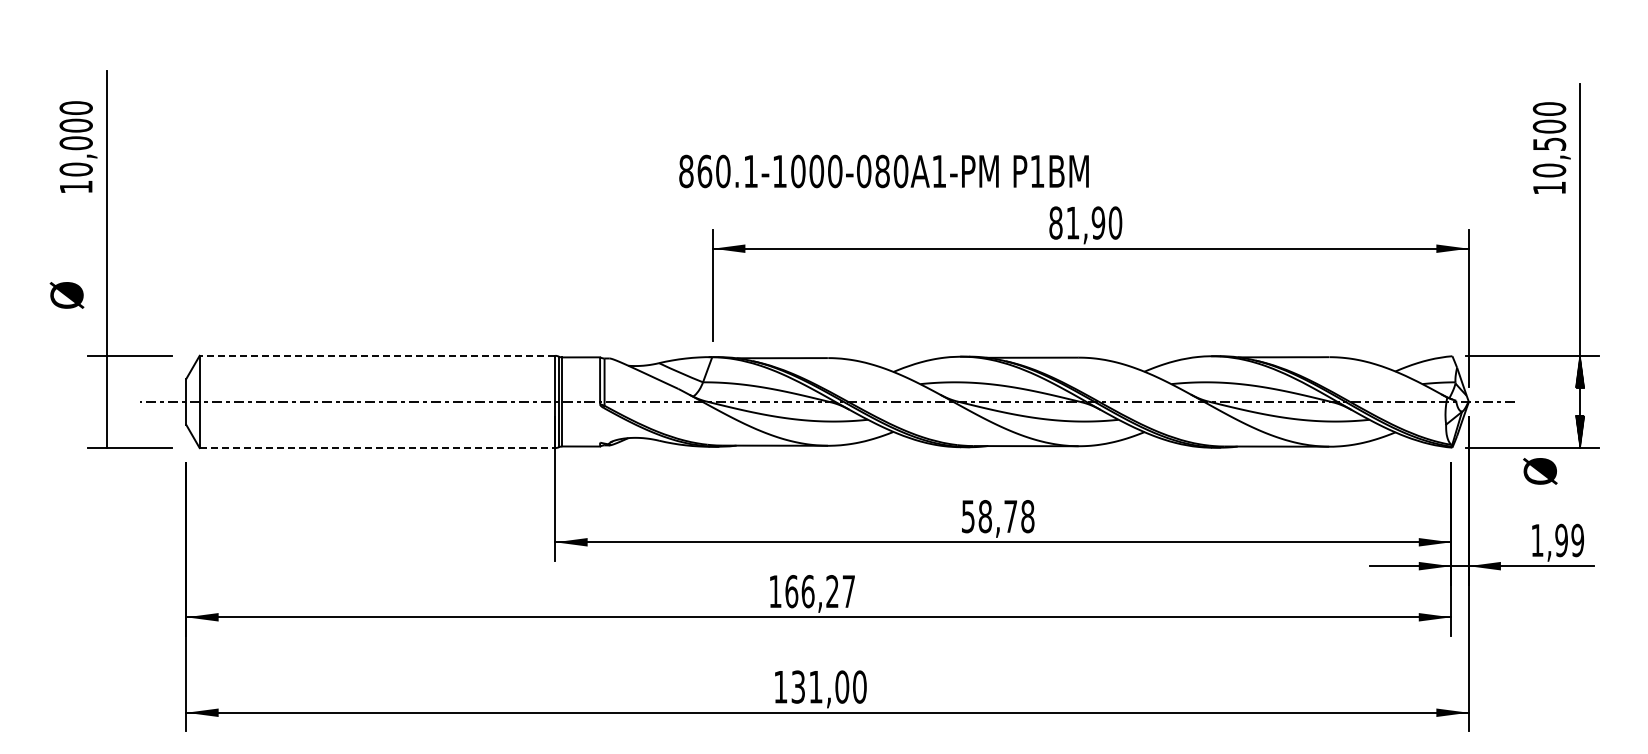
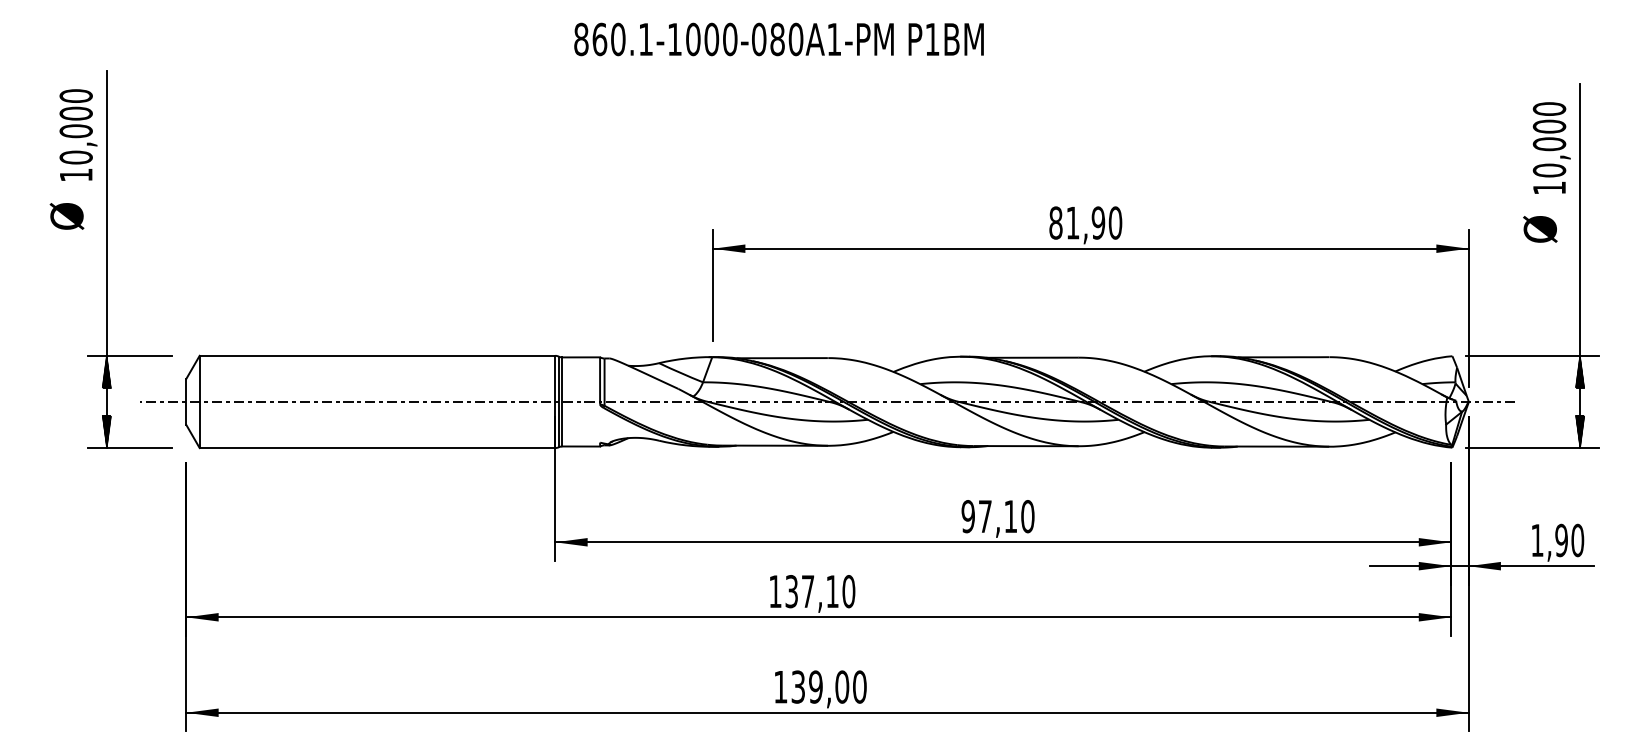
text at (1549, 144): 10,500 -> 10,000
text at (78, 146) position: (78, 146) -> (78, 134)
text at (883, 171) position: (883, 171) -> (778, 39)
text at (66, 295) position: (66, 295) -> (66, 216)
line at (377, 355): dashed -> solid
hatch at (106, 371): none -> present
hatch at (106, 431): none -> present
line at (377, 448): dashed -> solid
text at (1540, 471) position: (1540, 471) -> (1540, 229)
text at (997, 516): 58,78 -> 97,10
text at (1577, 540): 1,99 -> 1,90
text at (820, 591): 166,27 -> 137,10
text at (815, 686): 131,00 -> 139,00
